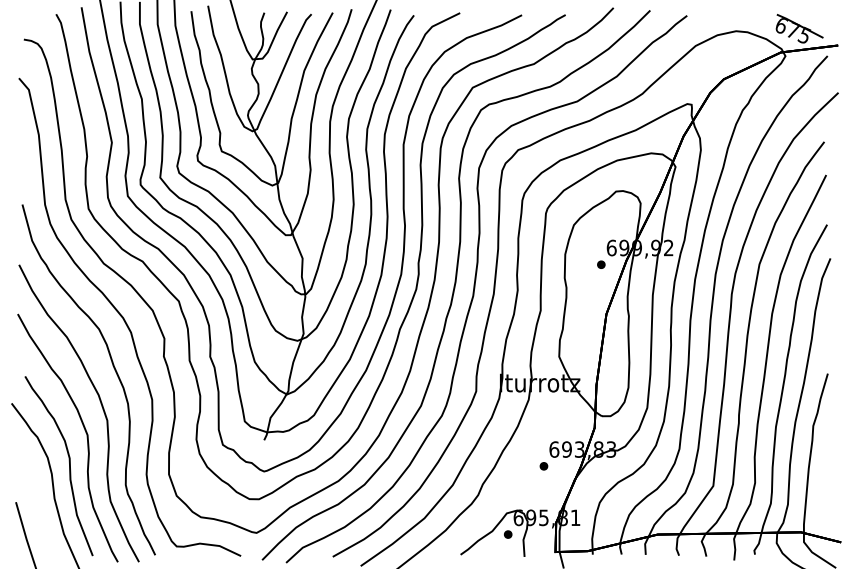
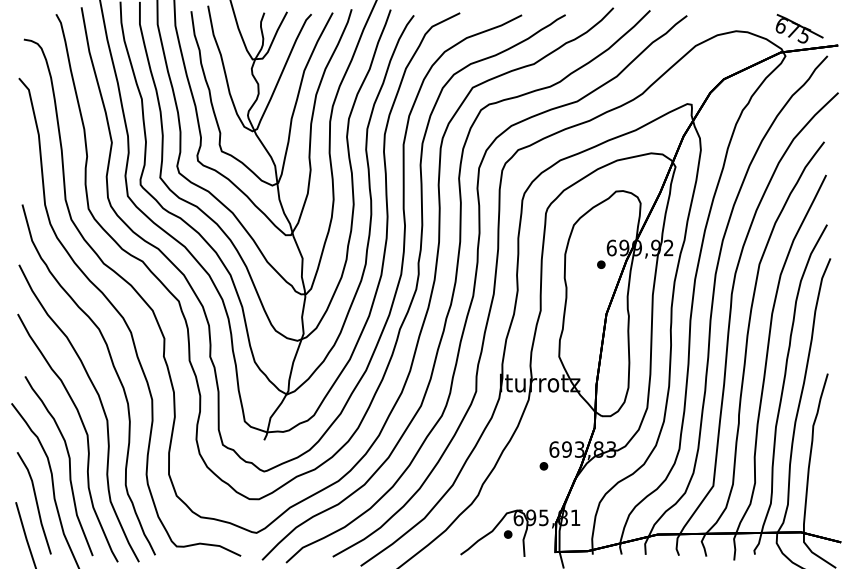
line at (35, 501): none -> present
